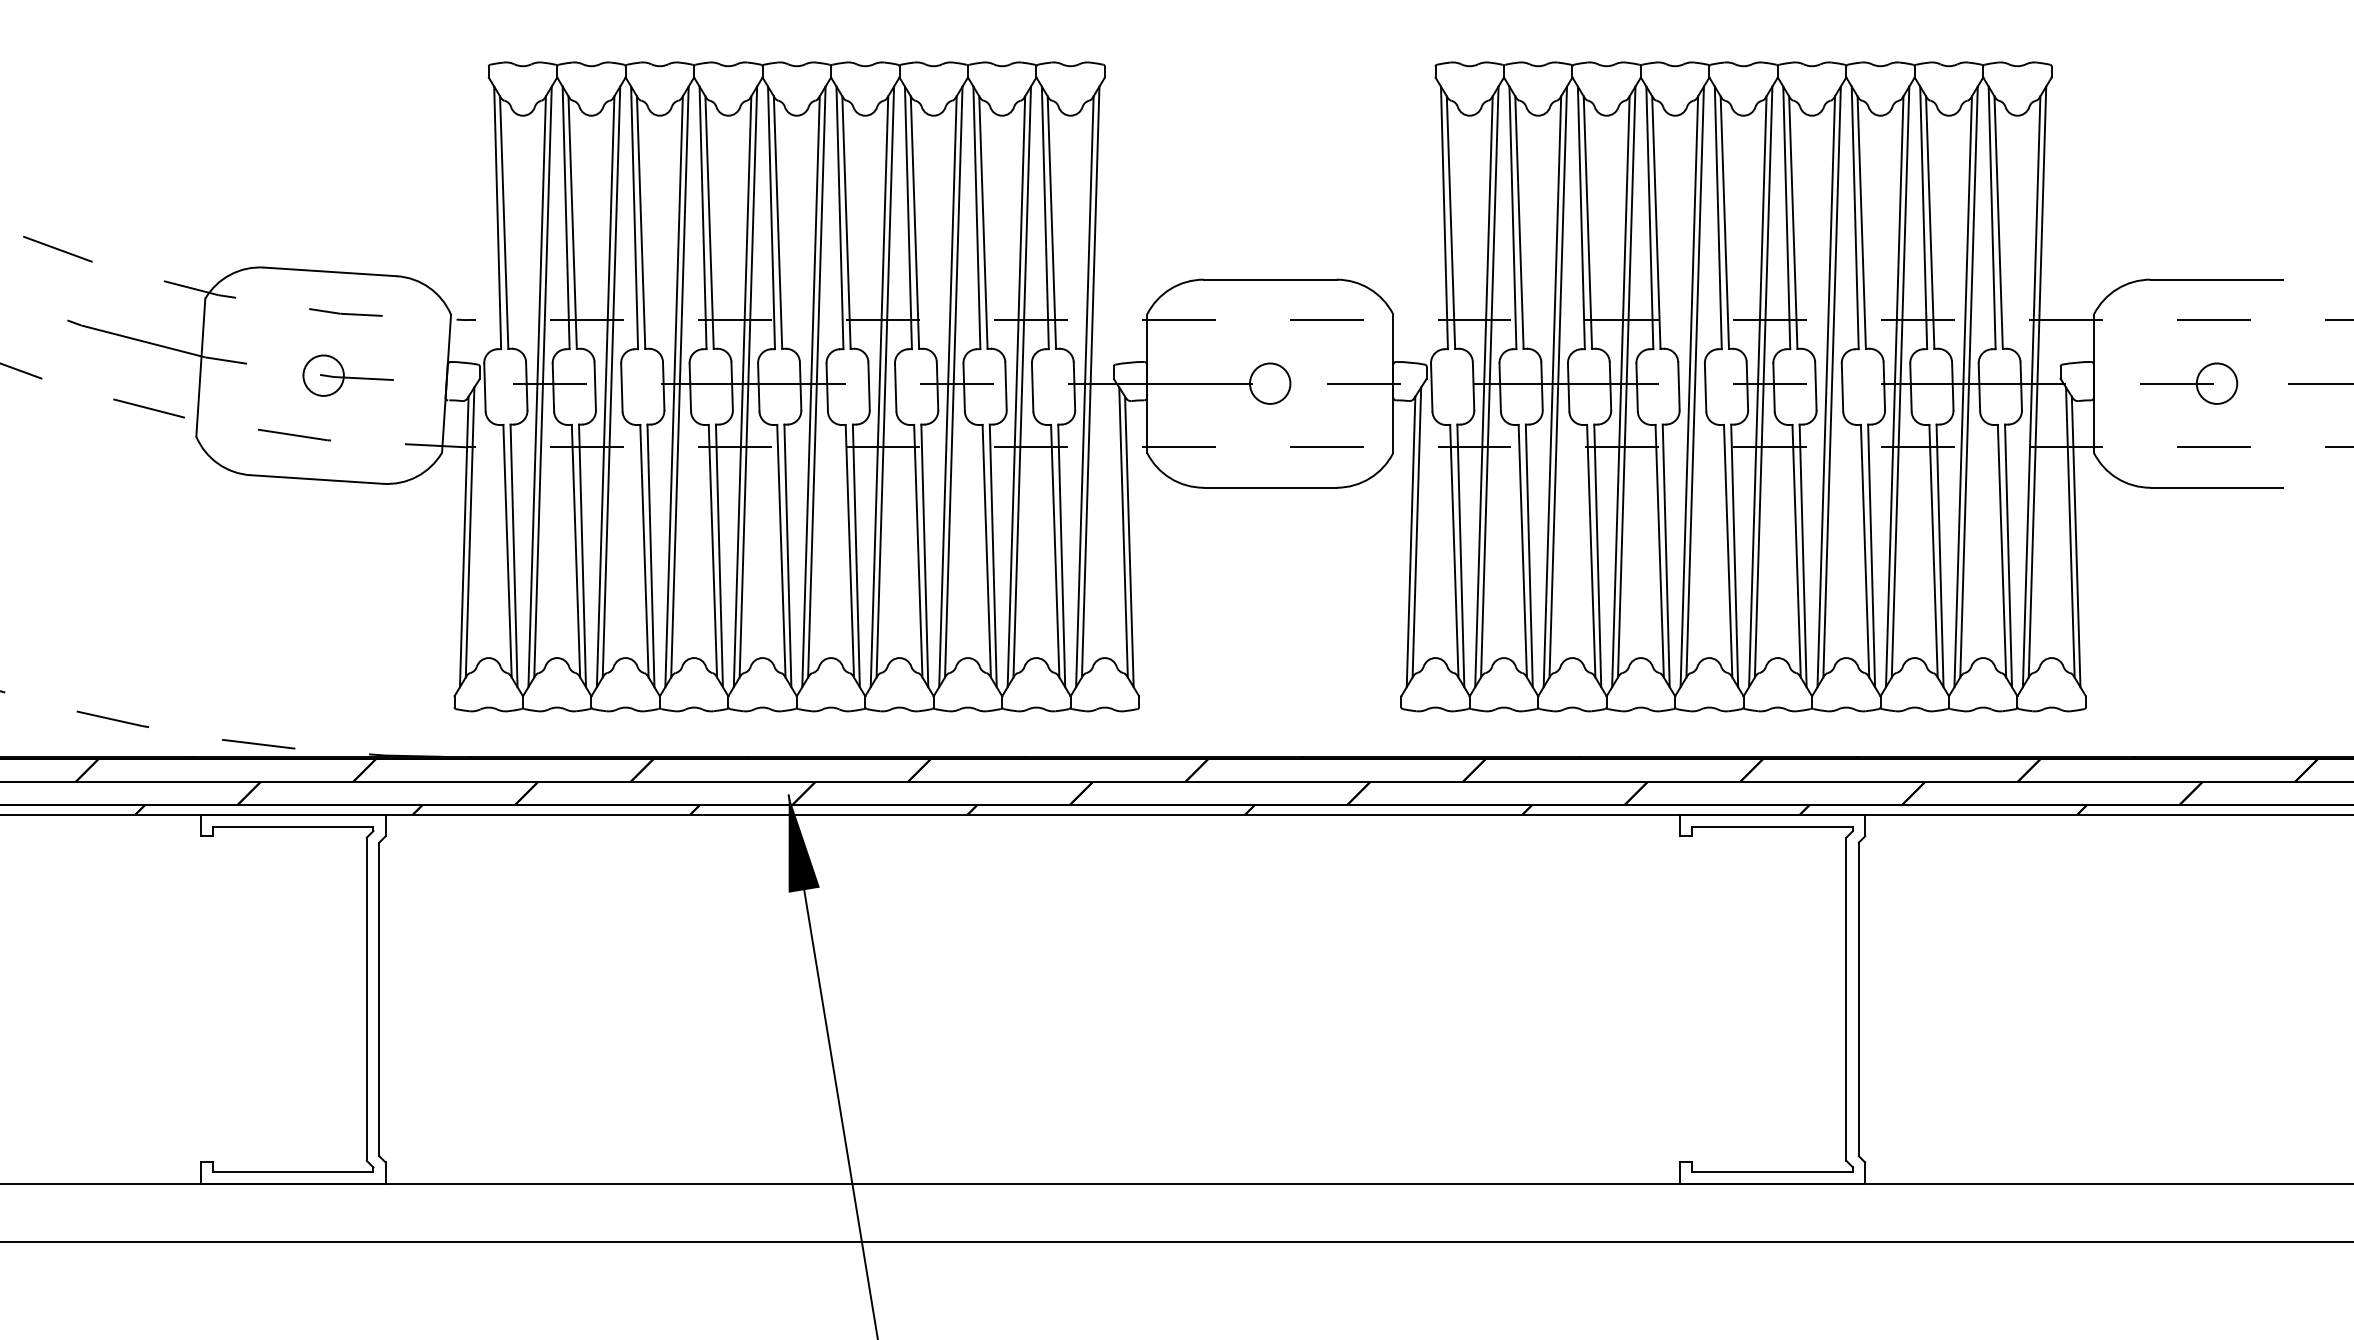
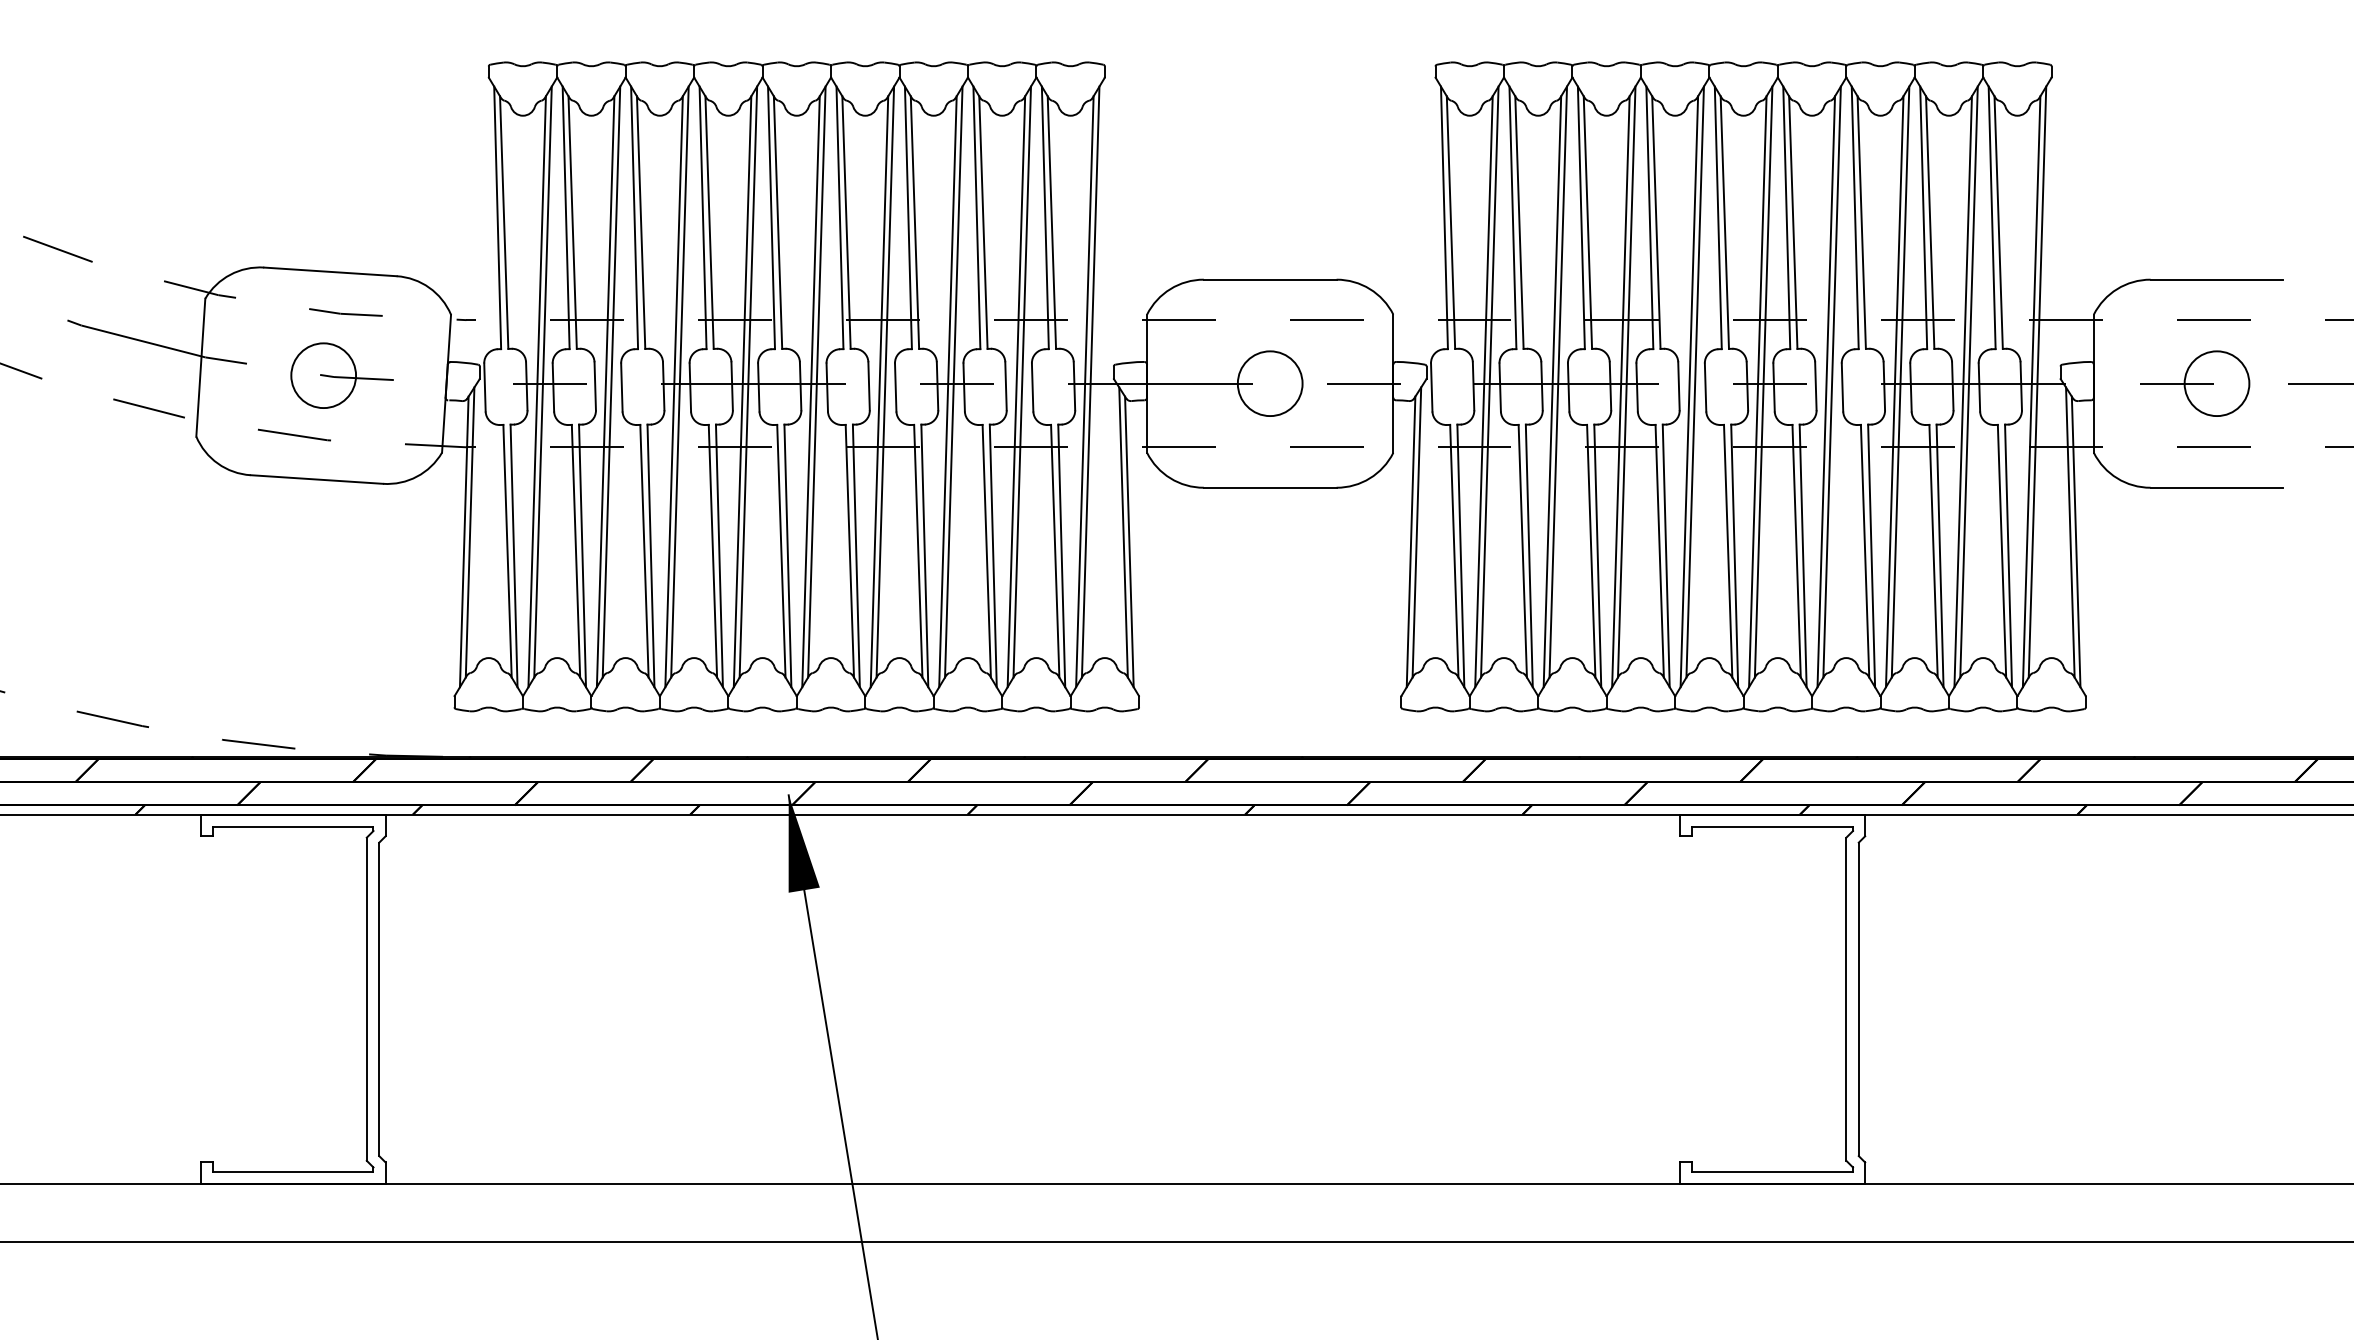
circle at (323, 375) diameter: 40 px -> 65 px
circle at (1270, 383) diameter: 40 px -> 65 px
circle at (2216, 383) diameter: 40 px -> 65 px
